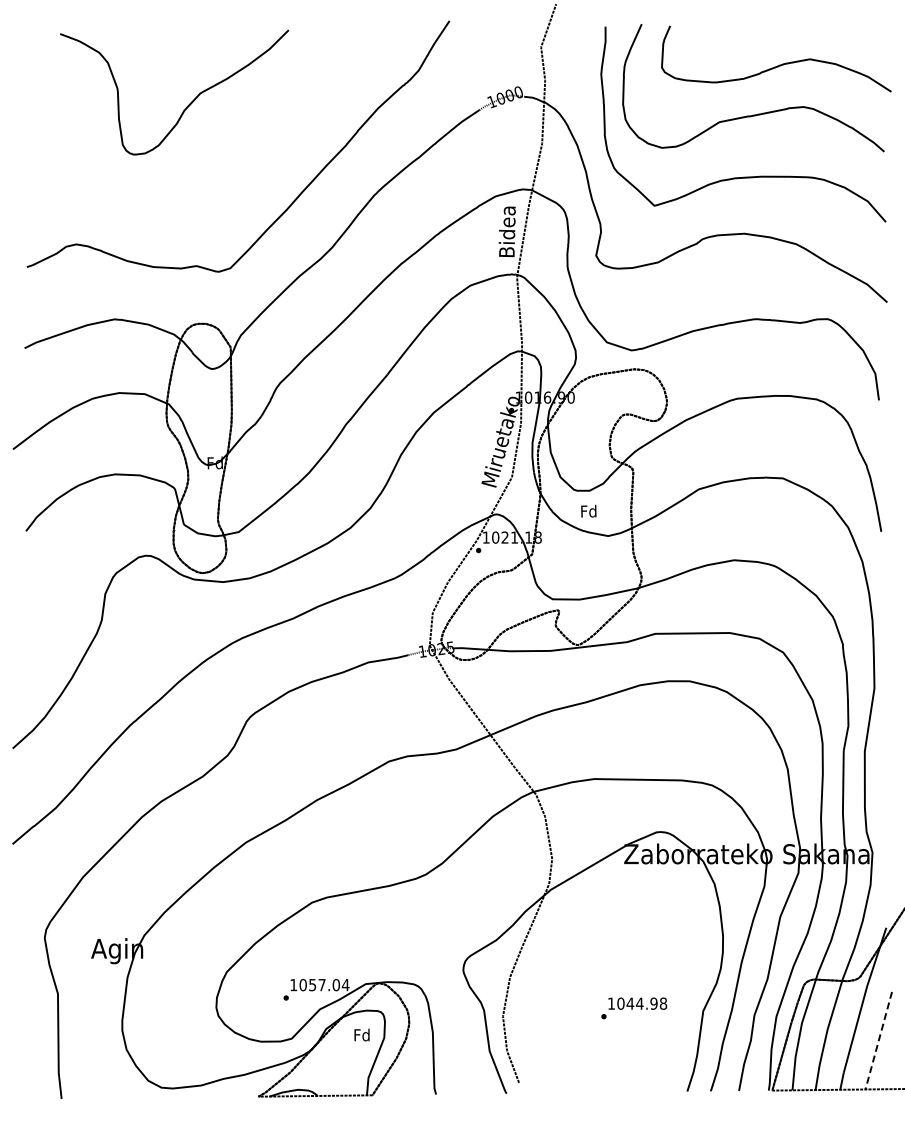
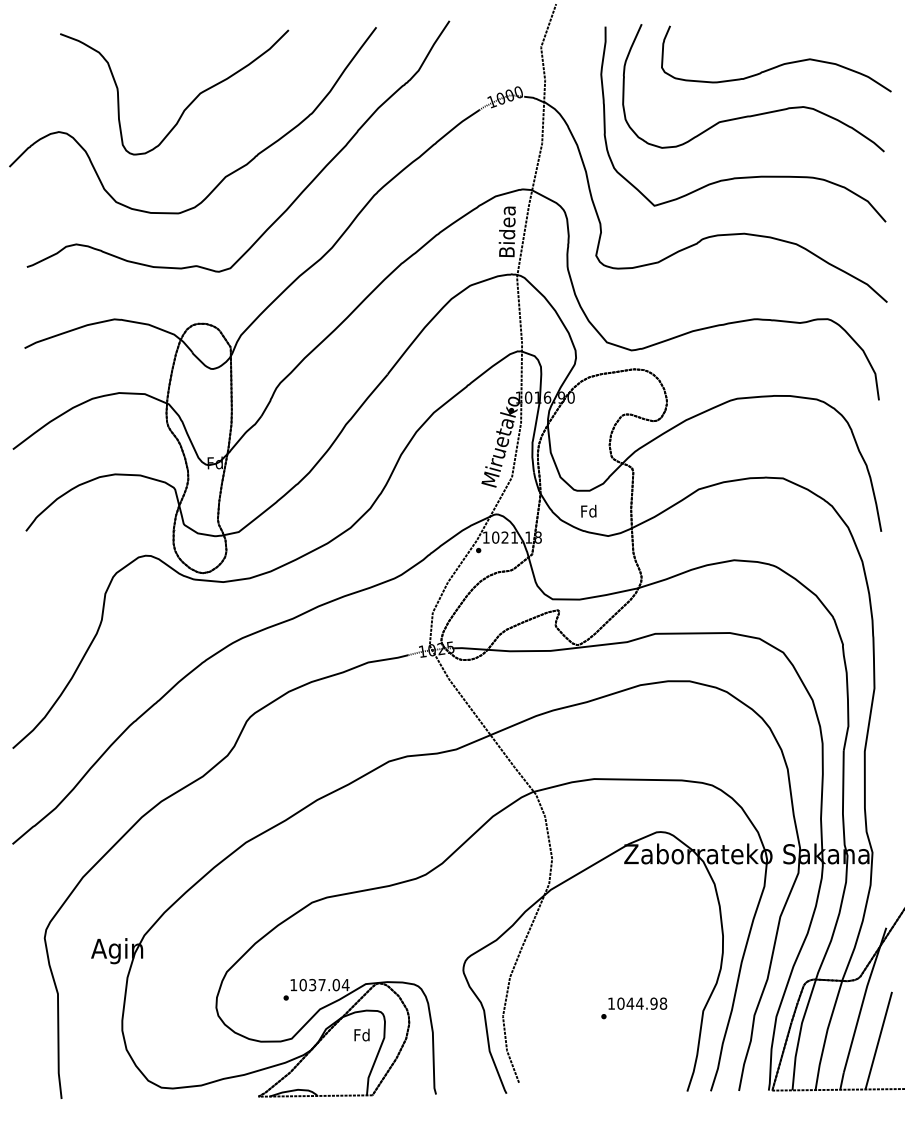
curve at (227, 174): none -> present
text at (312, 984): 1057.04 -> 1037.04
line at (878, 1040): dashed -> solid
